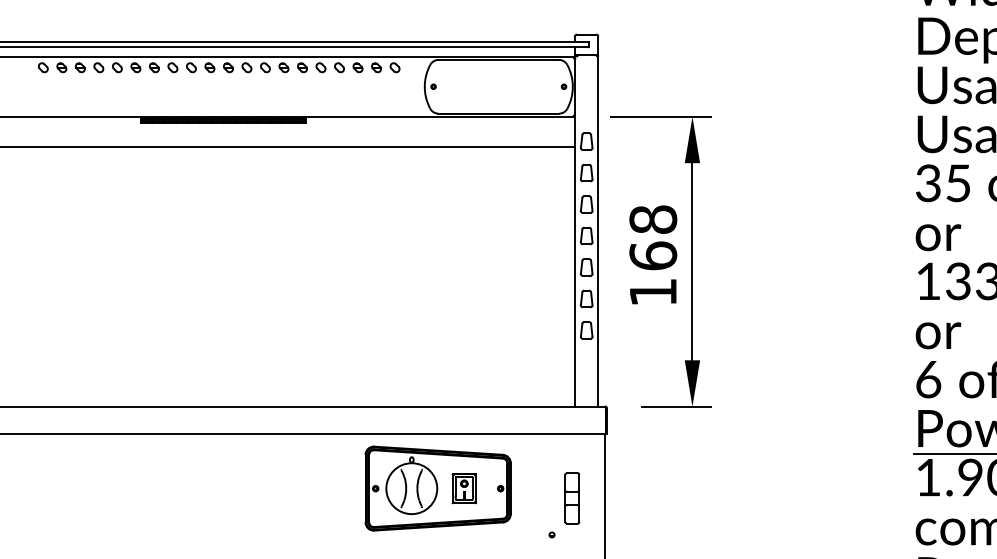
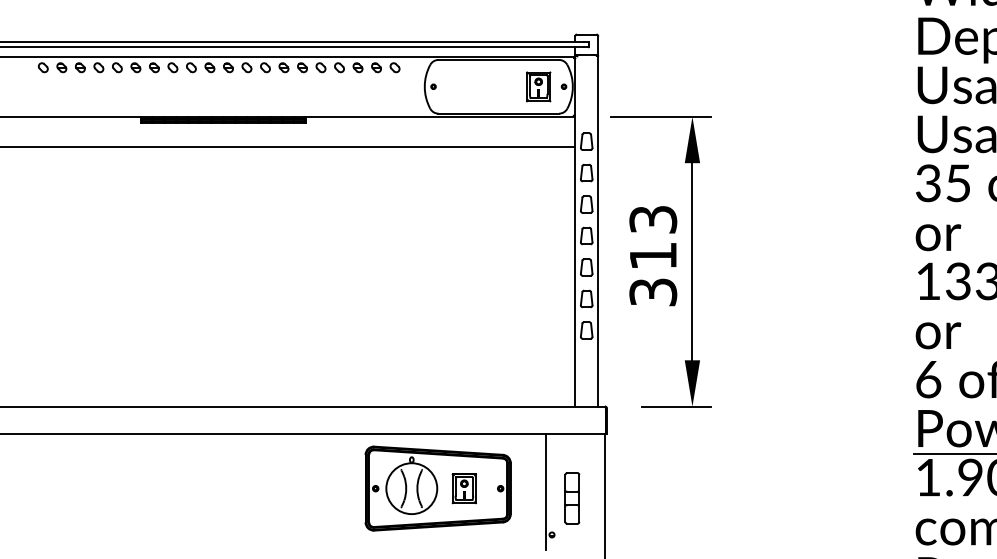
part at (538, 86): none -> present
text at (653, 255): 168 -> 313
line at (546, 491): none -> present
